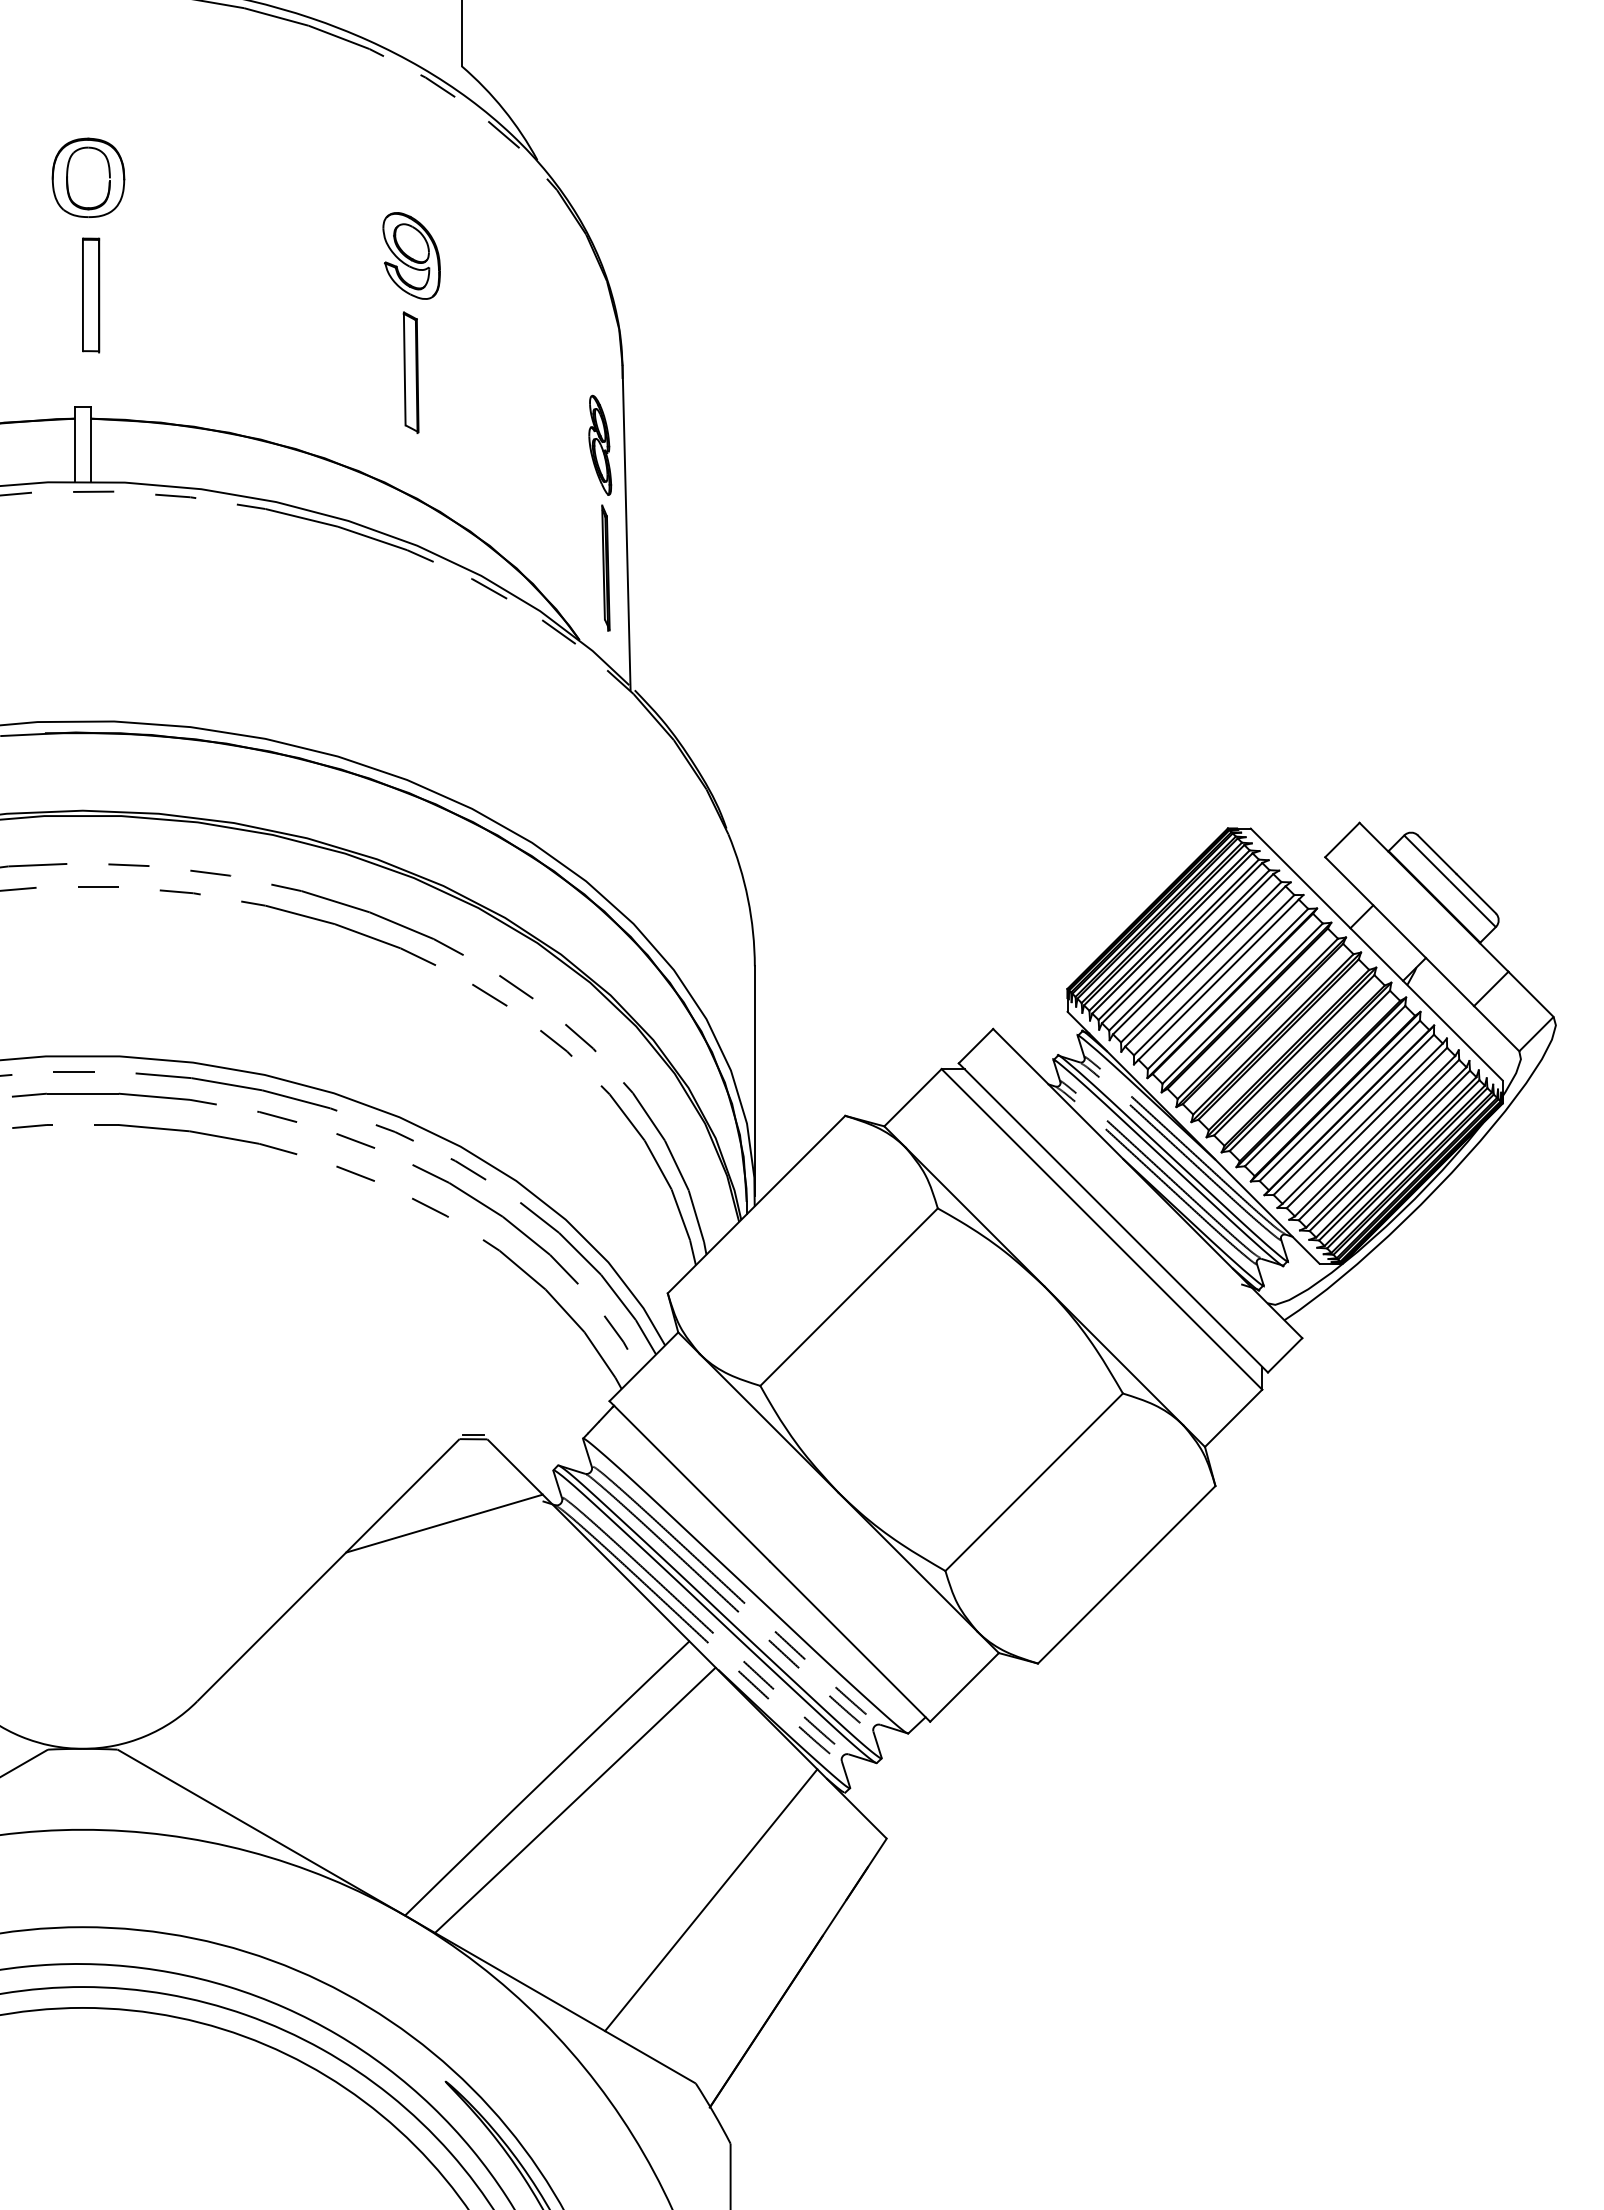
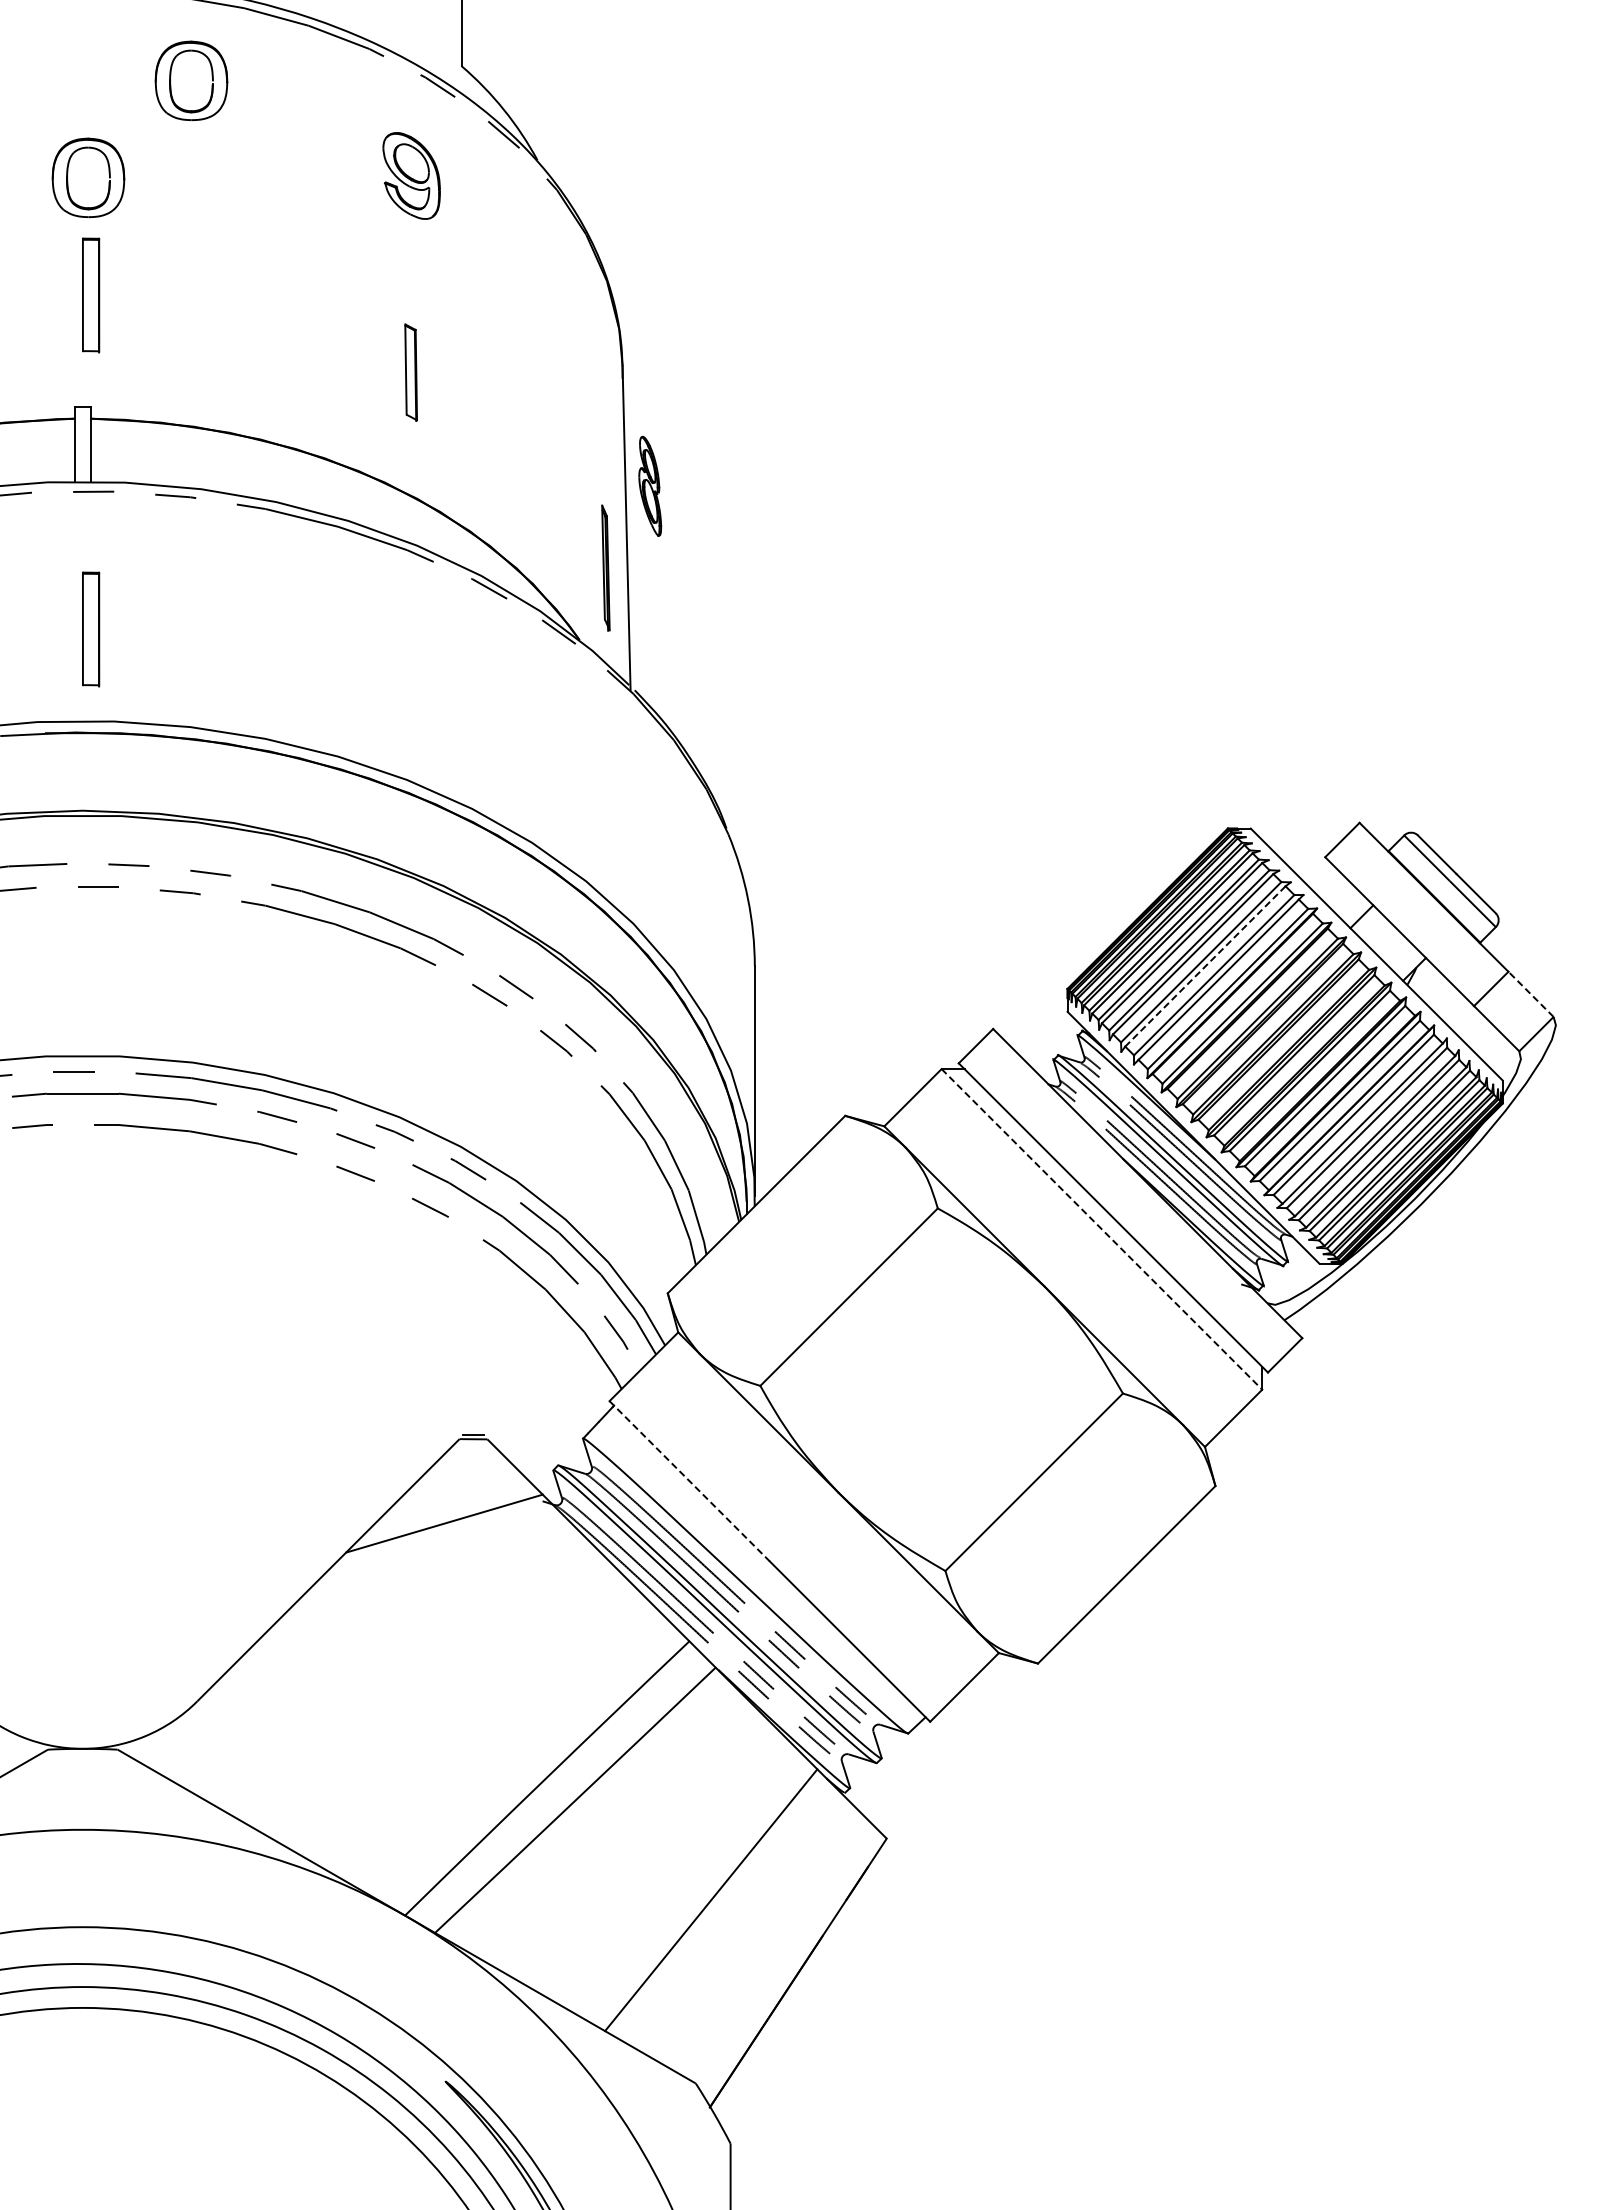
part at (191, 80): none -> present
part at (411, 255) position: (411, 255) -> (411, 175)
part at (410, 372) size: 18x123 px -> 14x99 px
part at (600, 444) position: (600, 444) -> (650, 485)
part at (91, 629): none -> present
line at (1205, 966): solid -> dashed
line at (1531, 994): solid -> dashed
line at (1101, 1229): solid -> dashed
line at (690, 1481): solid -> dashed
